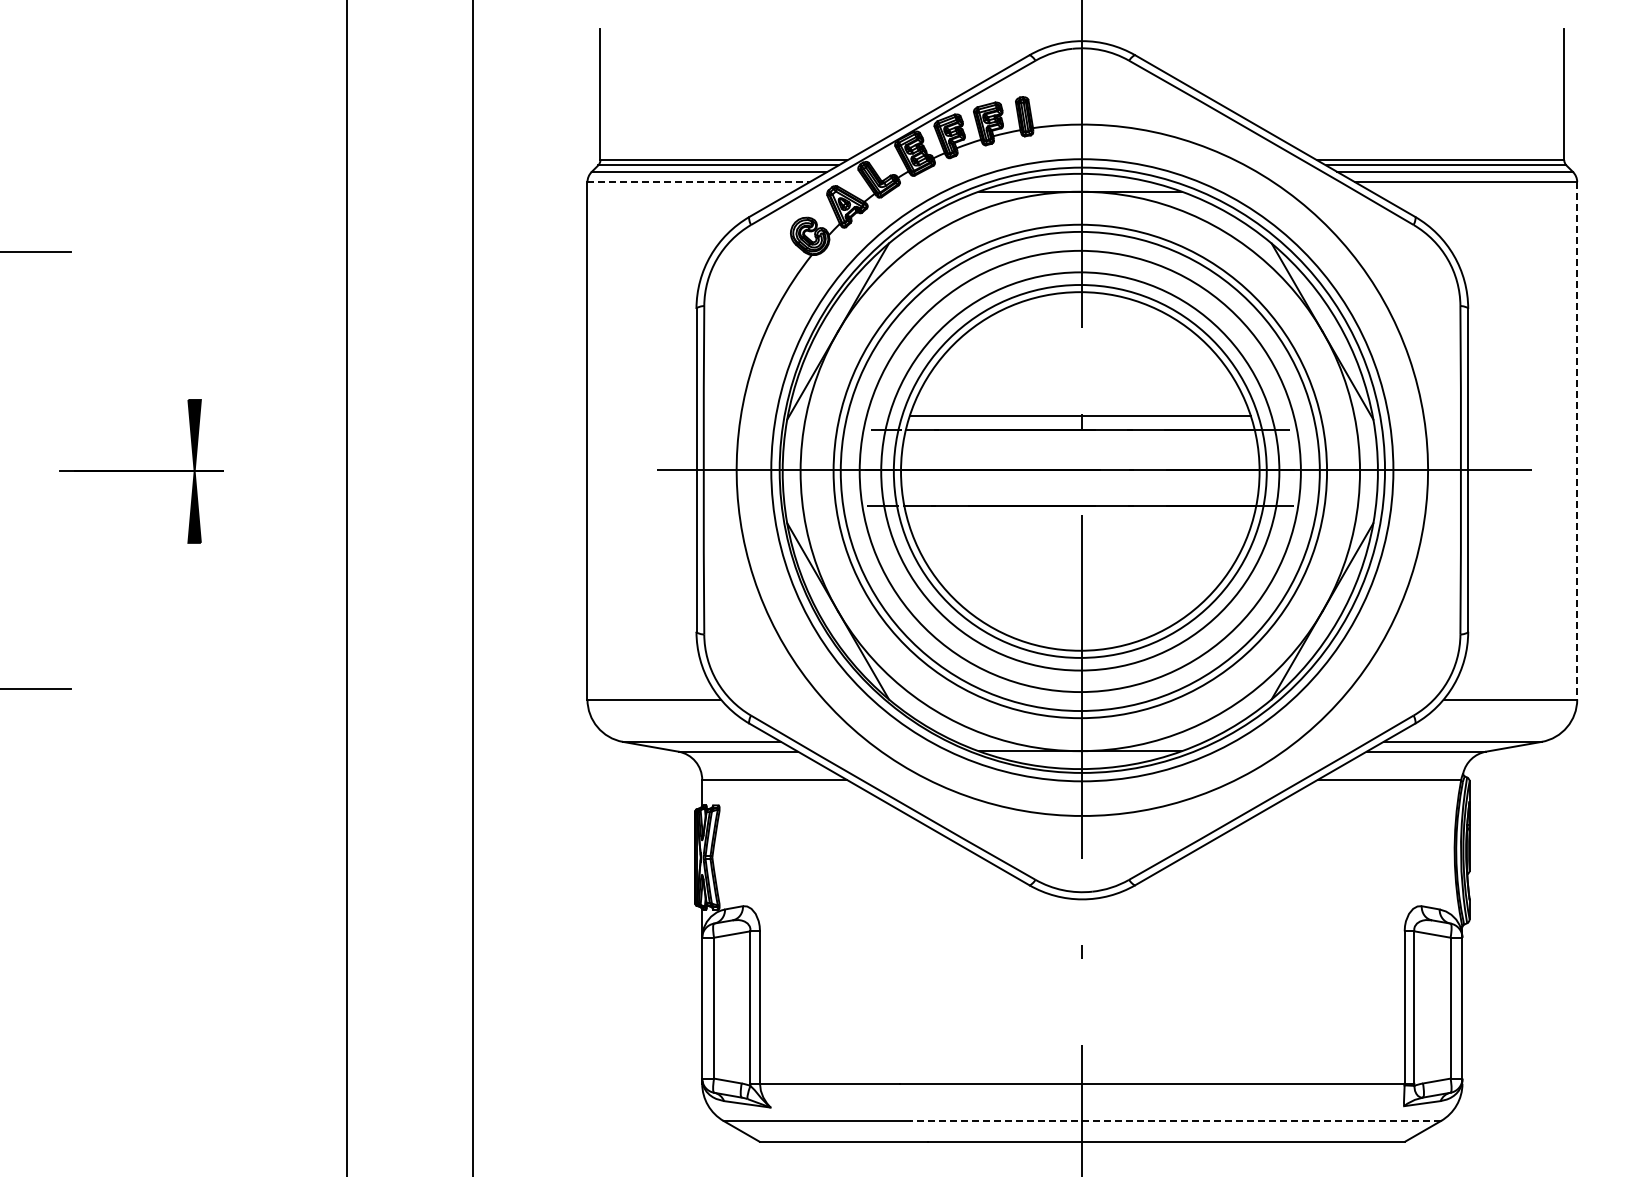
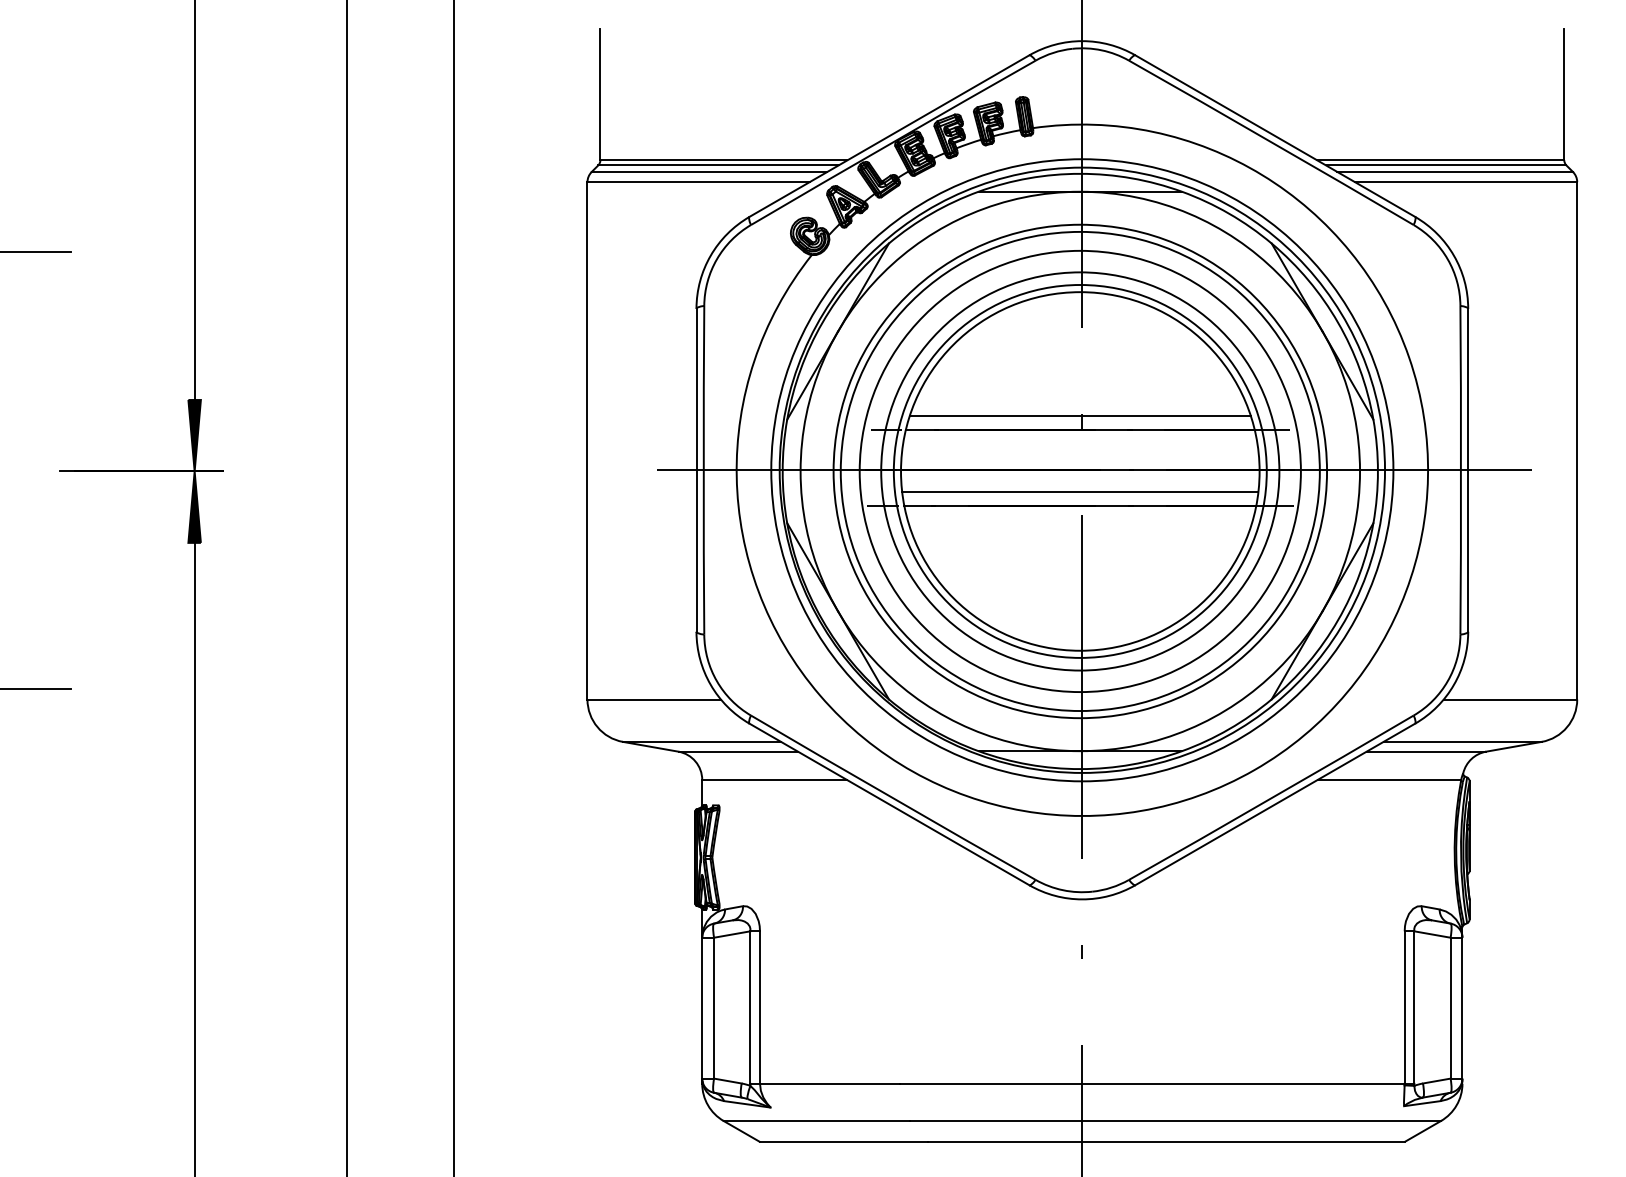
line at (699, 182): dashed -> solid
line at (194, 201): none -> present
line at (1577, 440): dashed -> solid
line at (1080, 491): none -> present
line at (473, 587) position: (473, 587) -> (454, 587)
line at (194, 857): none -> present
line at (1175, 1121): dashed -> solid
